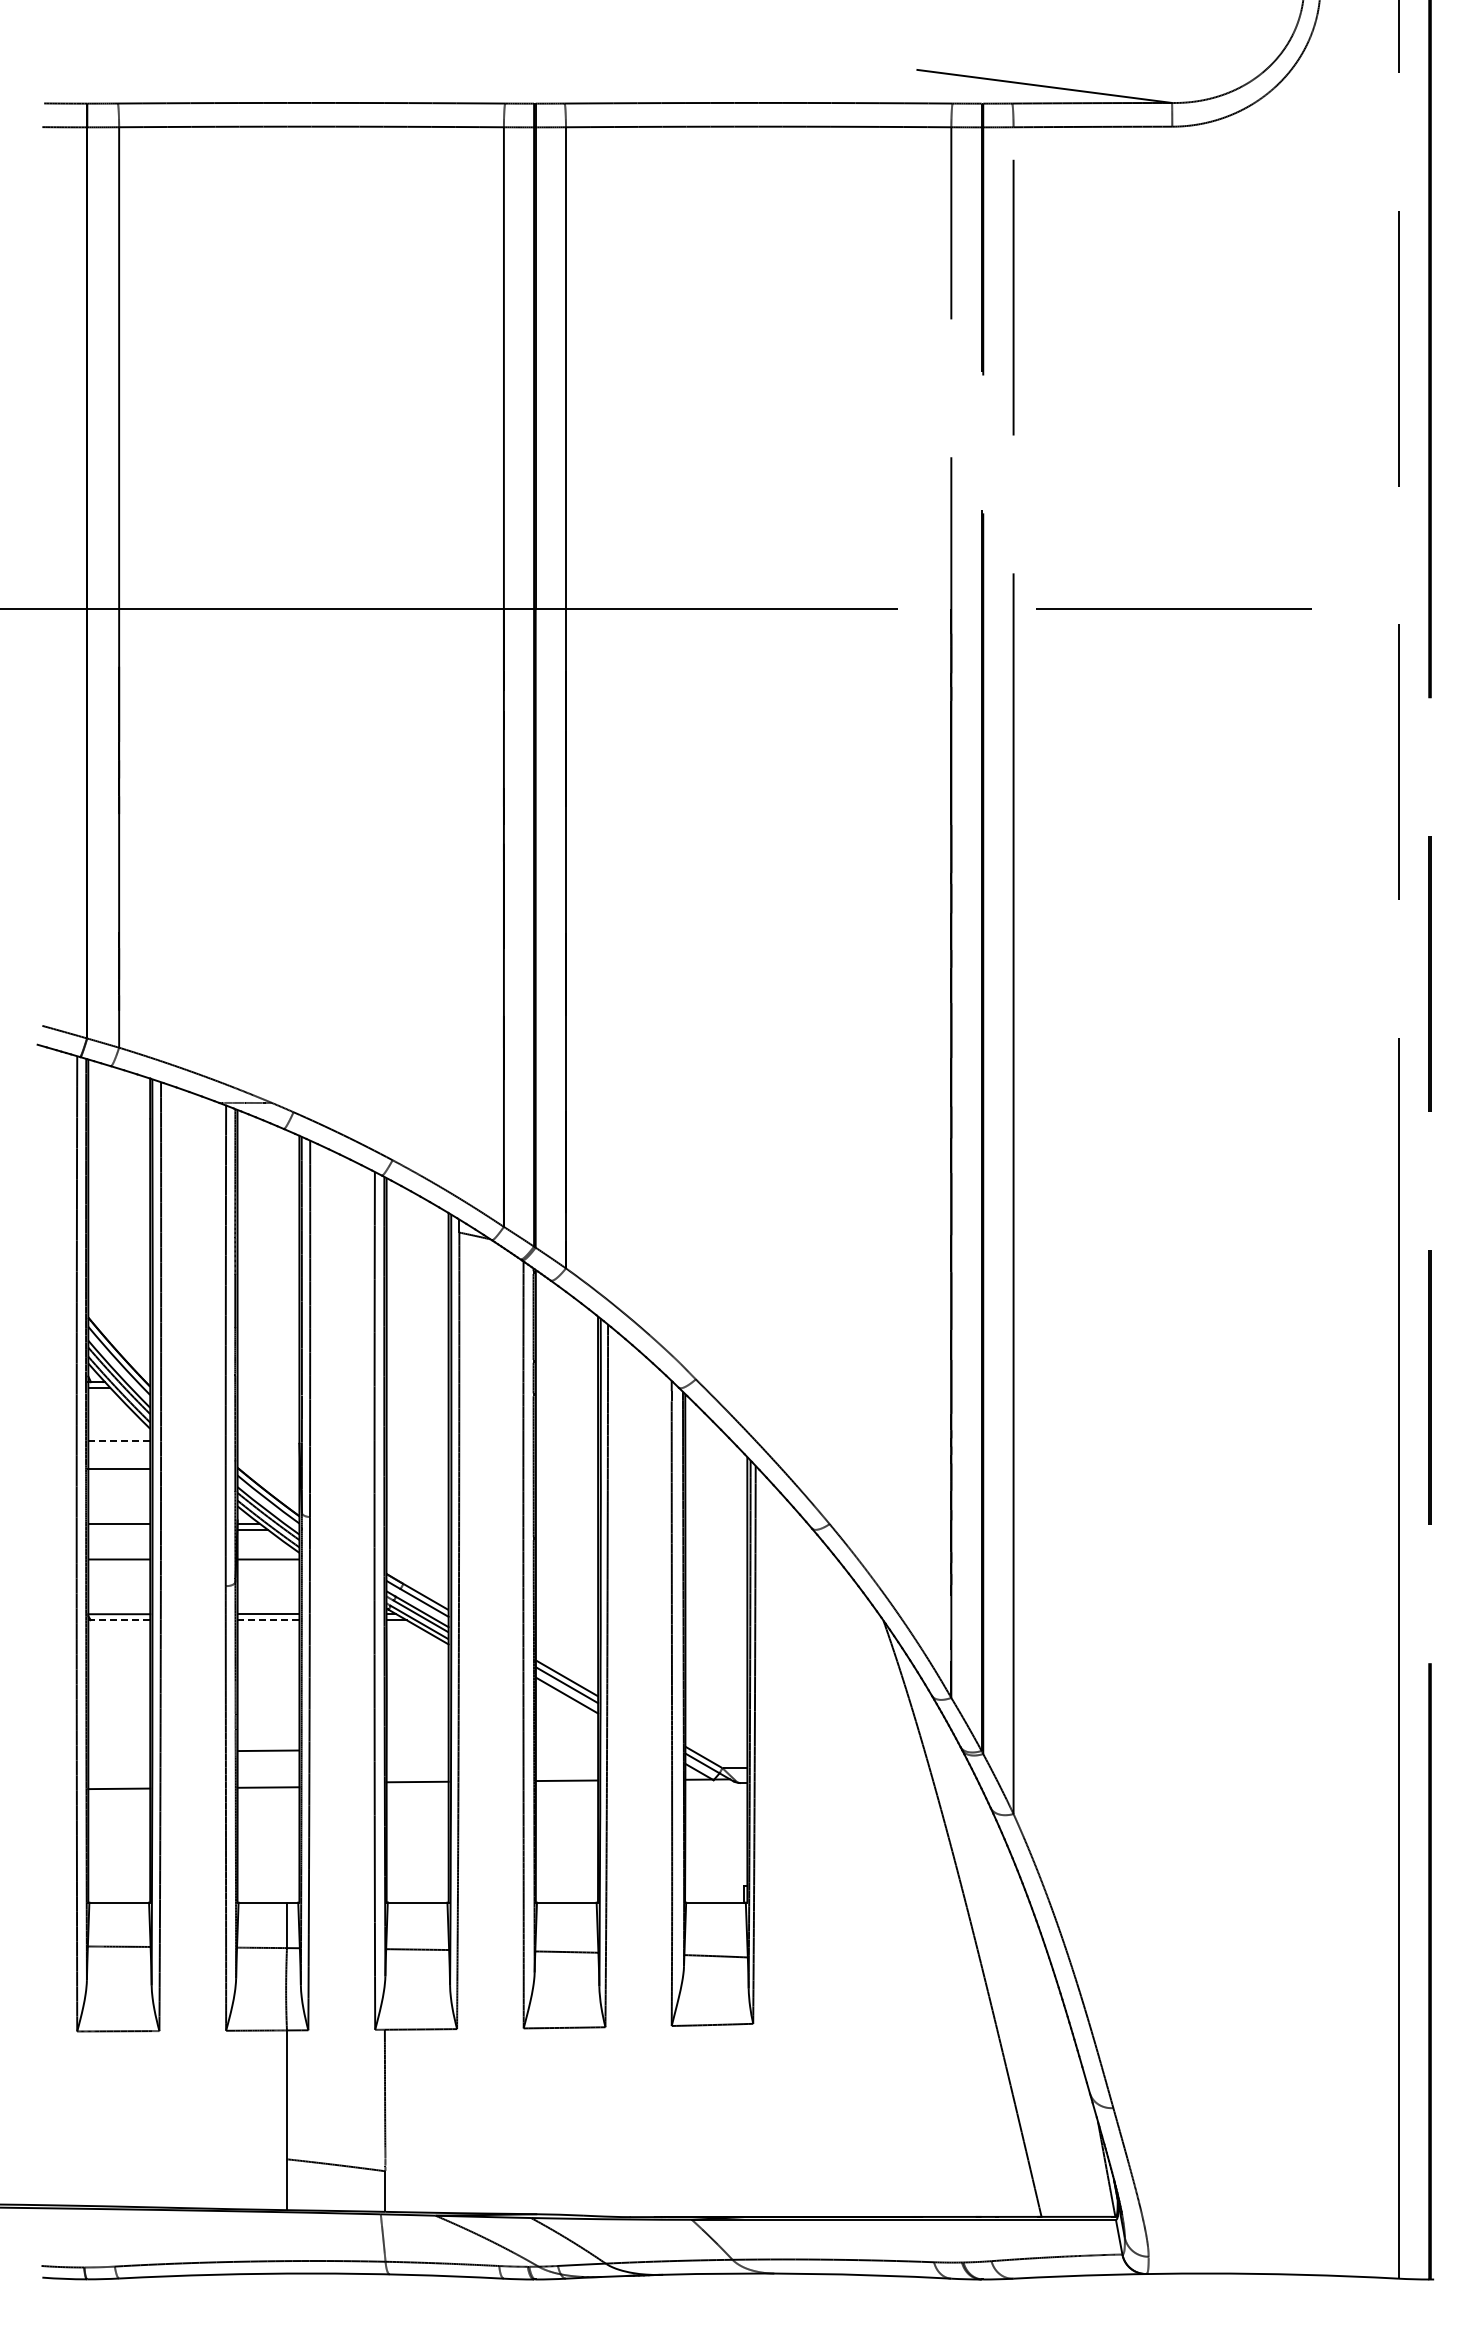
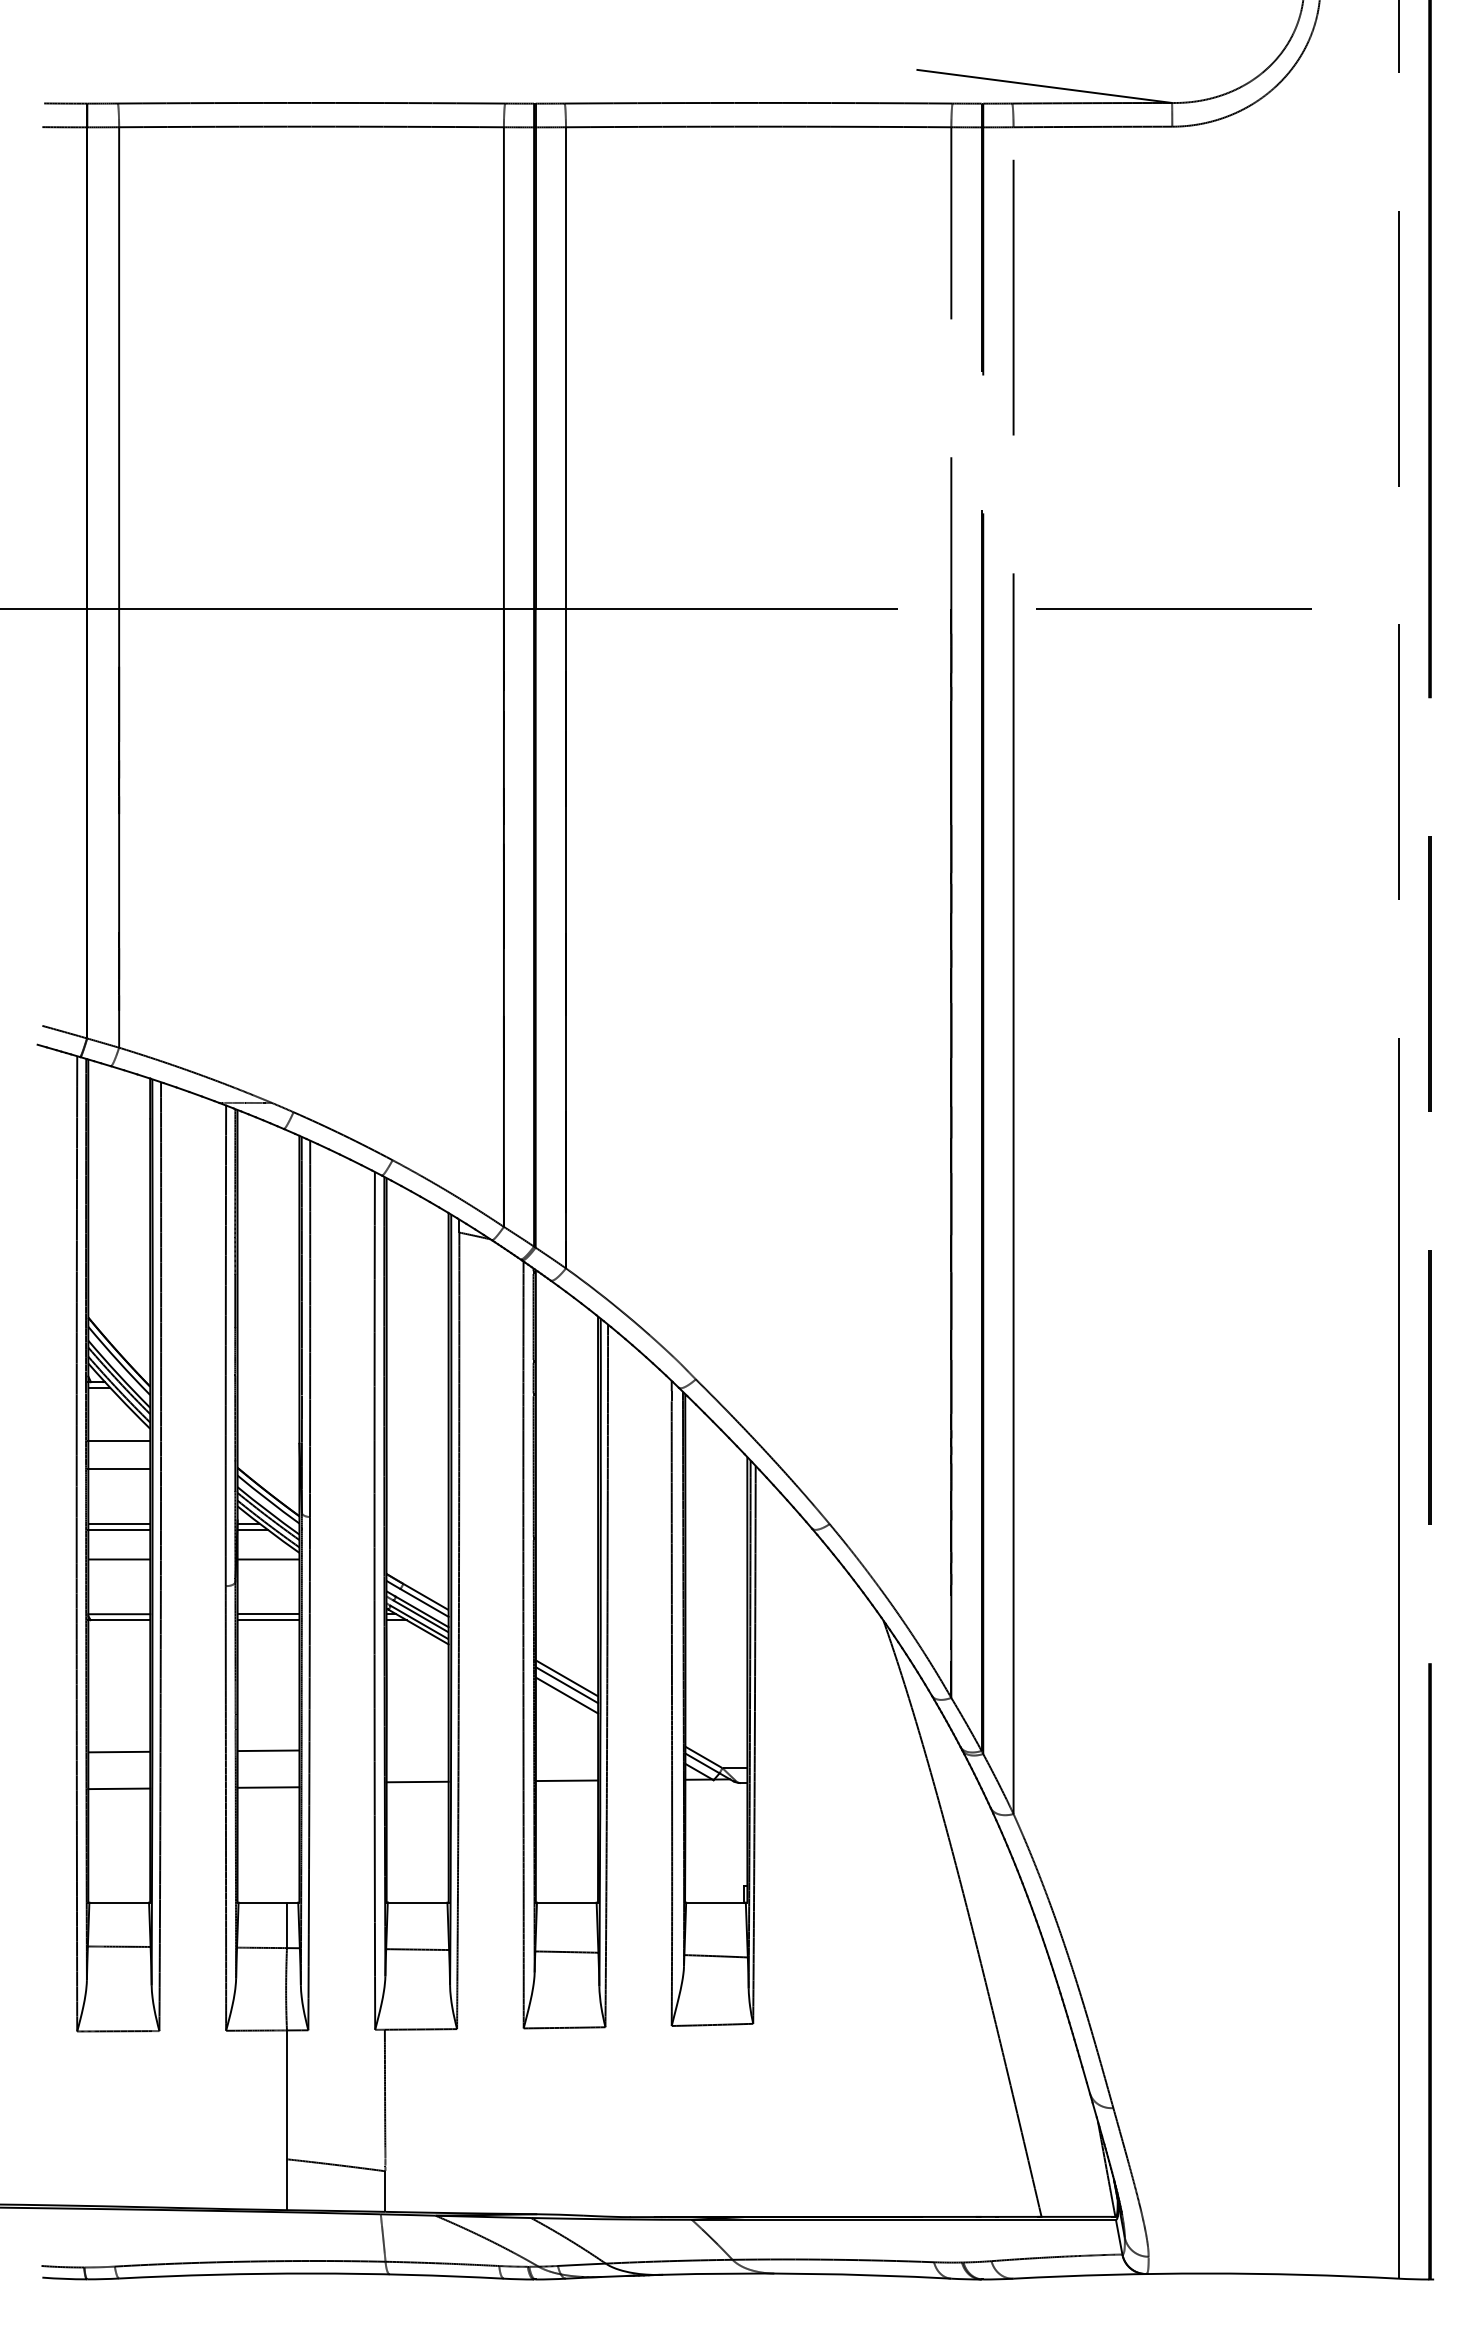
line at (119, 1441): dashed -> solid
line at (119, 1529): none -> present
line at (119, 1620): dashed -> solid
line at (268, 1620): dashed -> solid
line at (119, 1751): none -> present
